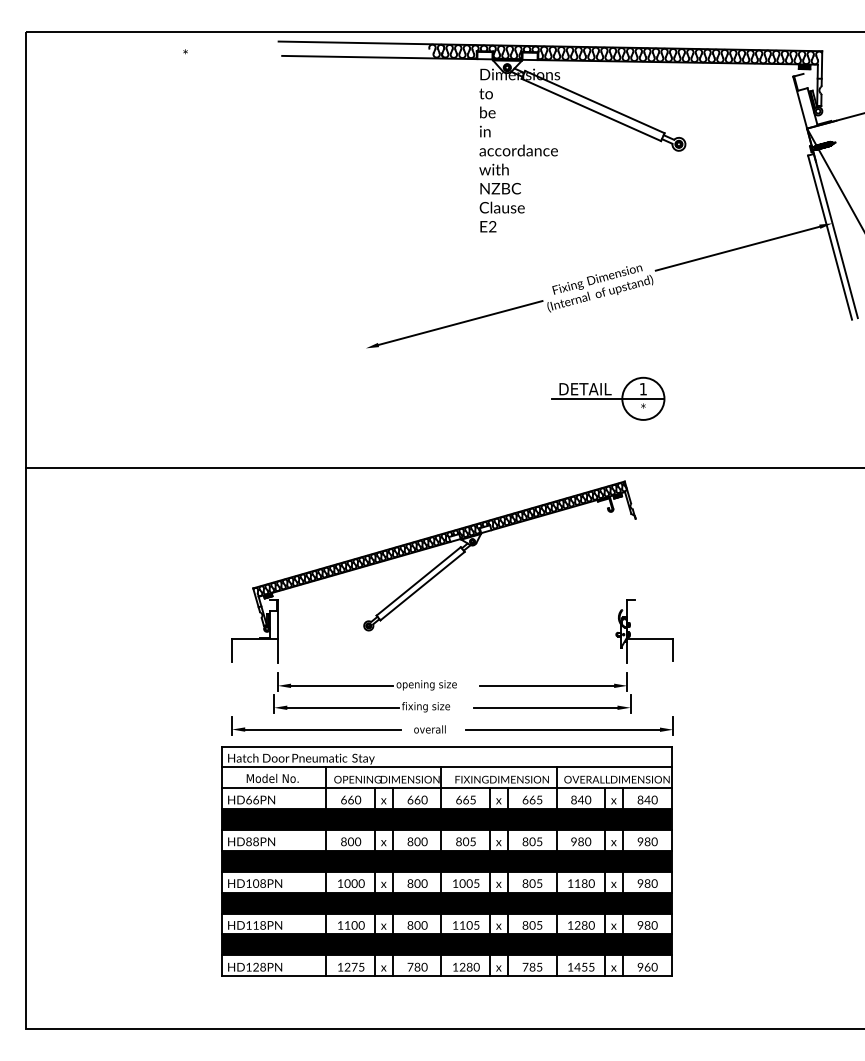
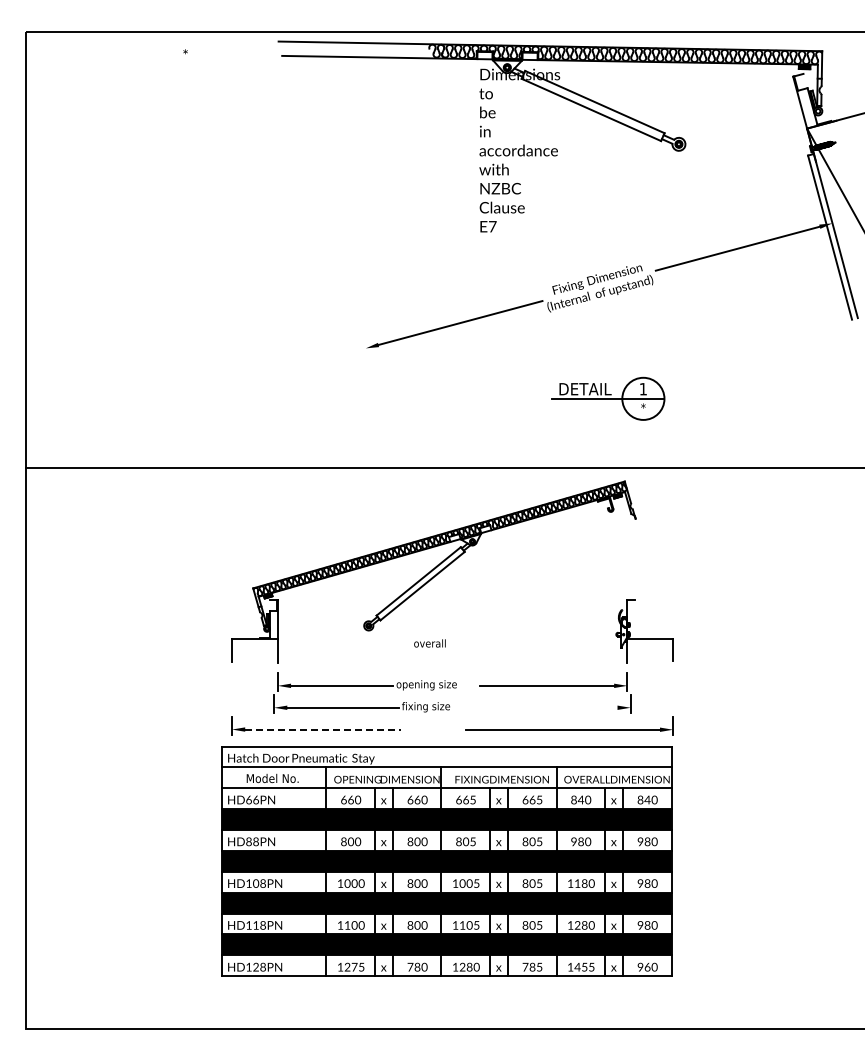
text at (492, 226): E2 -> E7
line at (545, 707): present -> none
line at (323, 729): solid -> dashed
text at (429, 729) position: (429, 729) -> (429, 643)
